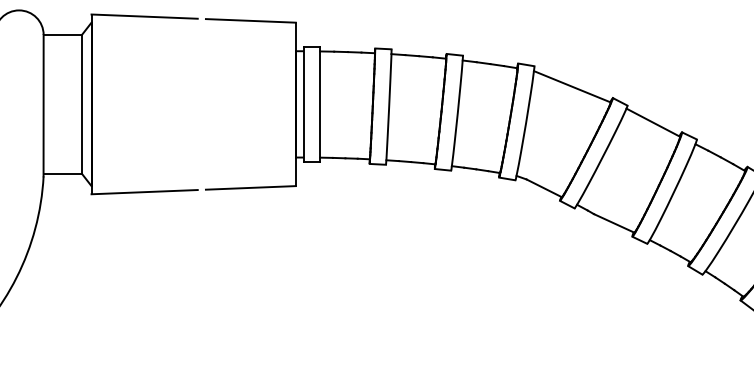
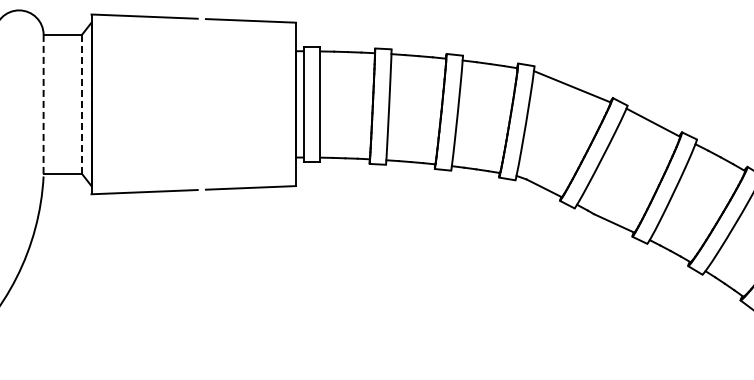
line at (81, 104): solid -> dashed
line at (43, 105): solid -> dashed
